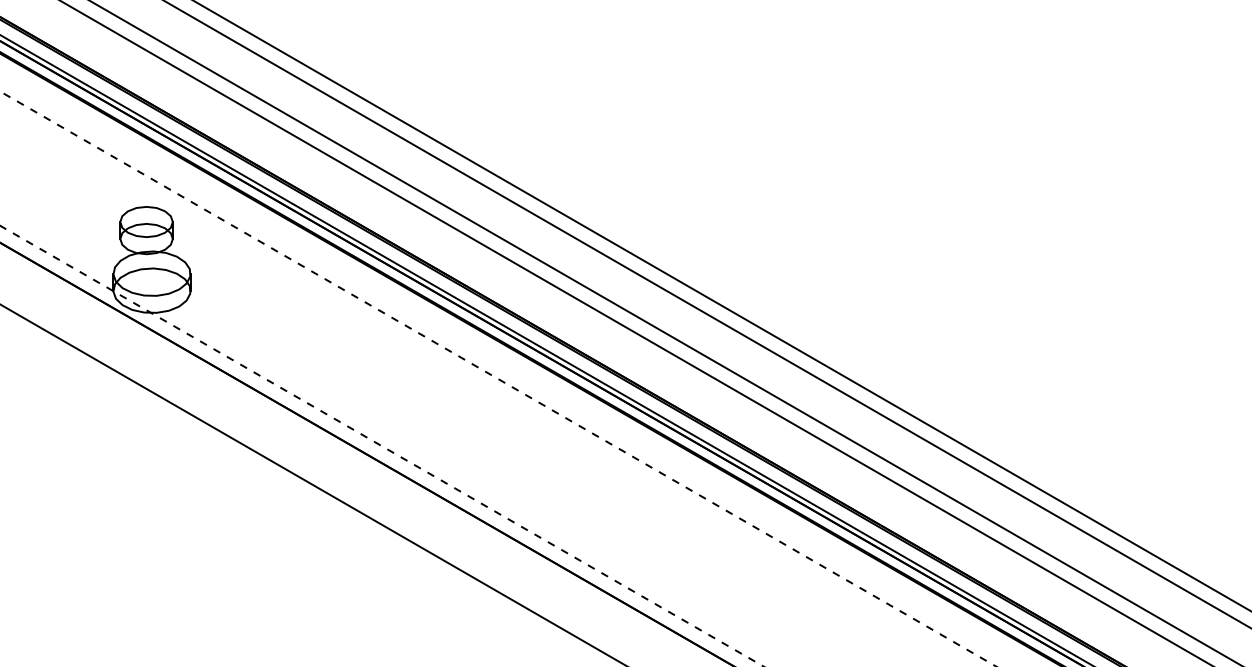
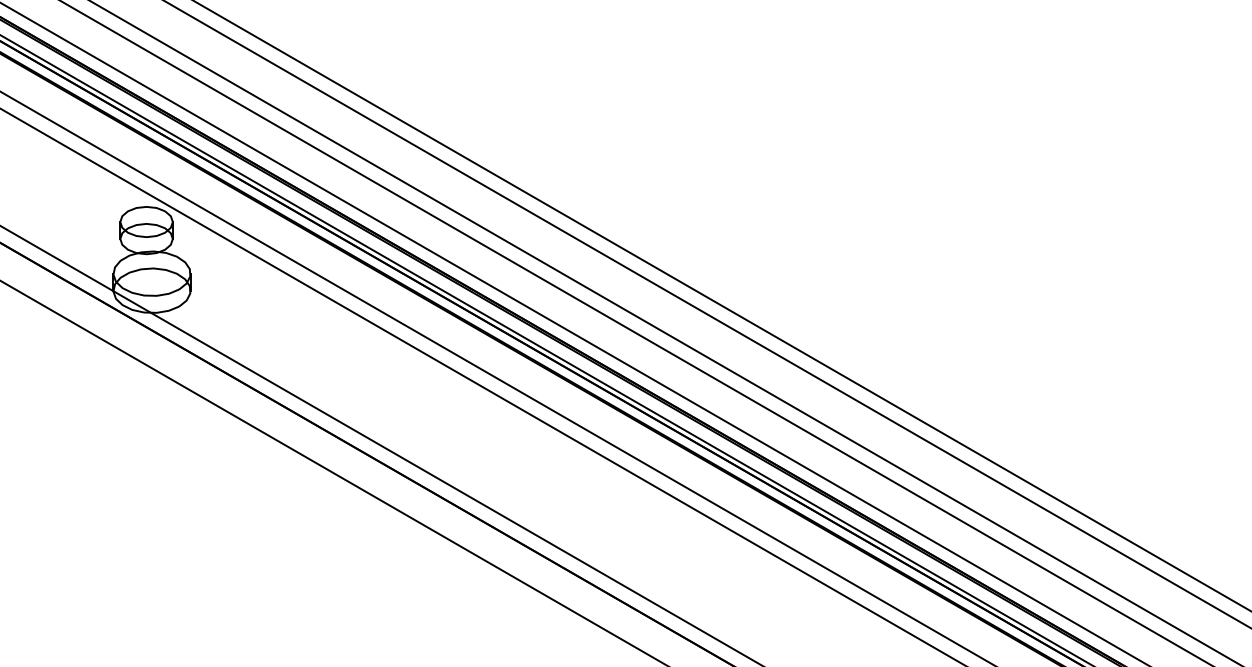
line at (573, 333): none -> present
line at (498, 379): dashed -> solid
line at (481, 386): none -> present
line at (382, 446): dashed -> solid
line at (312, 484) position: (312, 484) -> (332, 472)
